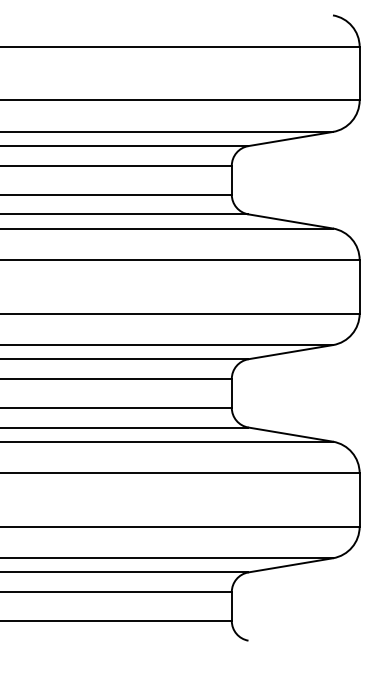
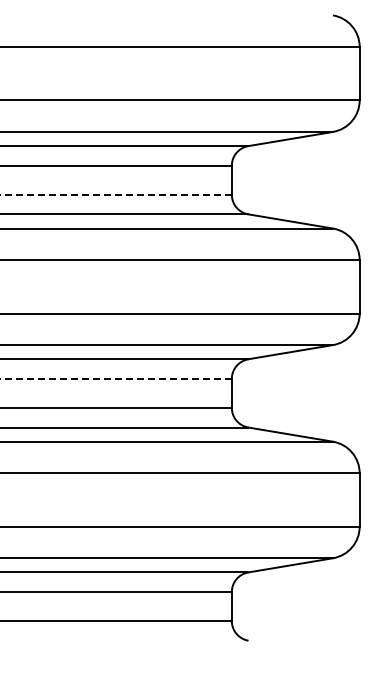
line at (115, 194): solid -> dashed
line at (115, 378): solid -> dashed
